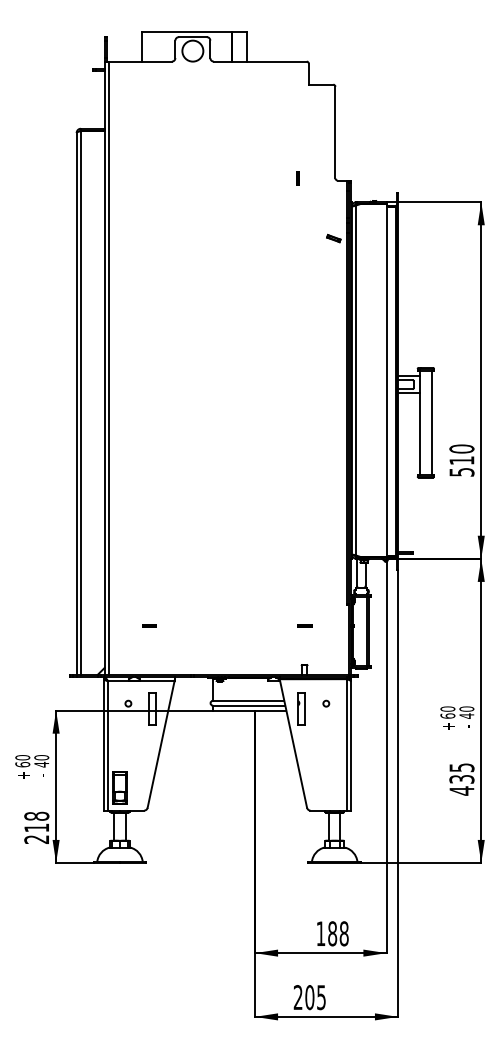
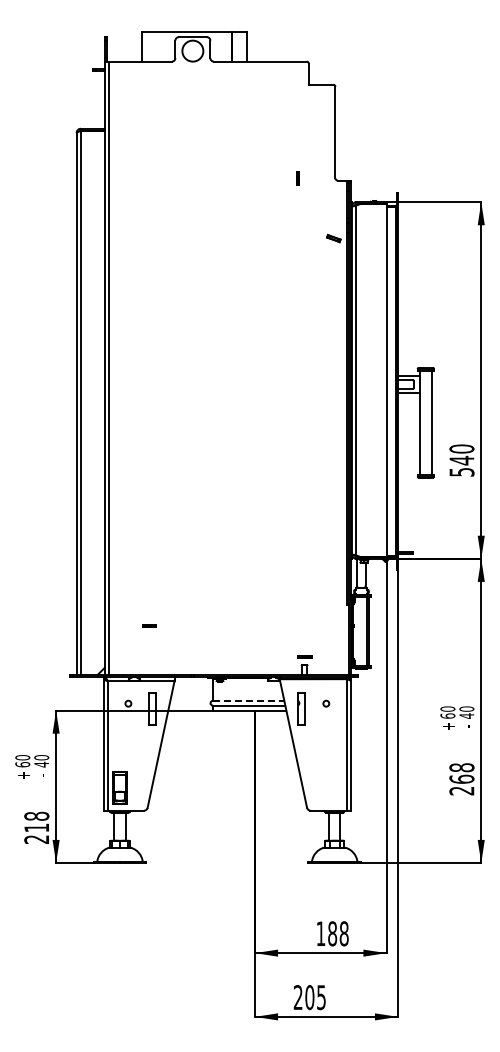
text at (461, 460): 510 -> 540
line at (304, 625) position: (304, 625) -> (304, 656)
line at (248, 700): solid -> dashed
text at (461, 779): 435 -> 268
